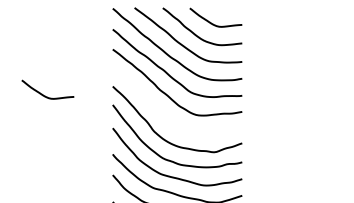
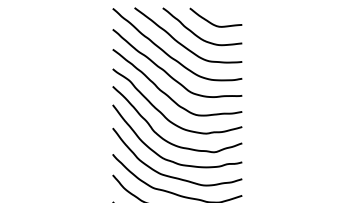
curve at (45, 95): present -> none
curve at (163, 113): none -> present
